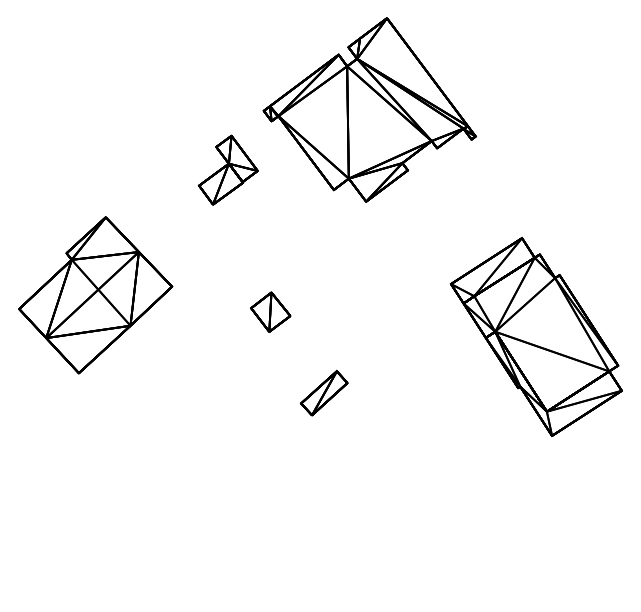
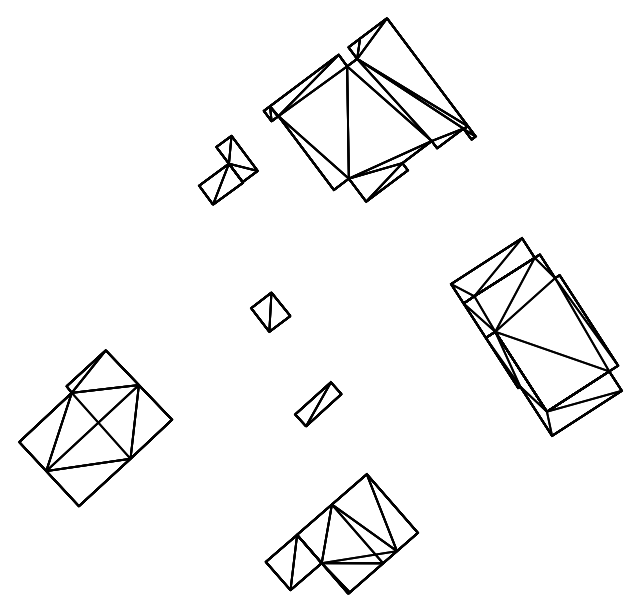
part at (95, 295) position: (95, 295) -> (95, 428)
part at (324, 392) position: (324, 392) -> (318, 403)
part at (341, 533): none -> present
